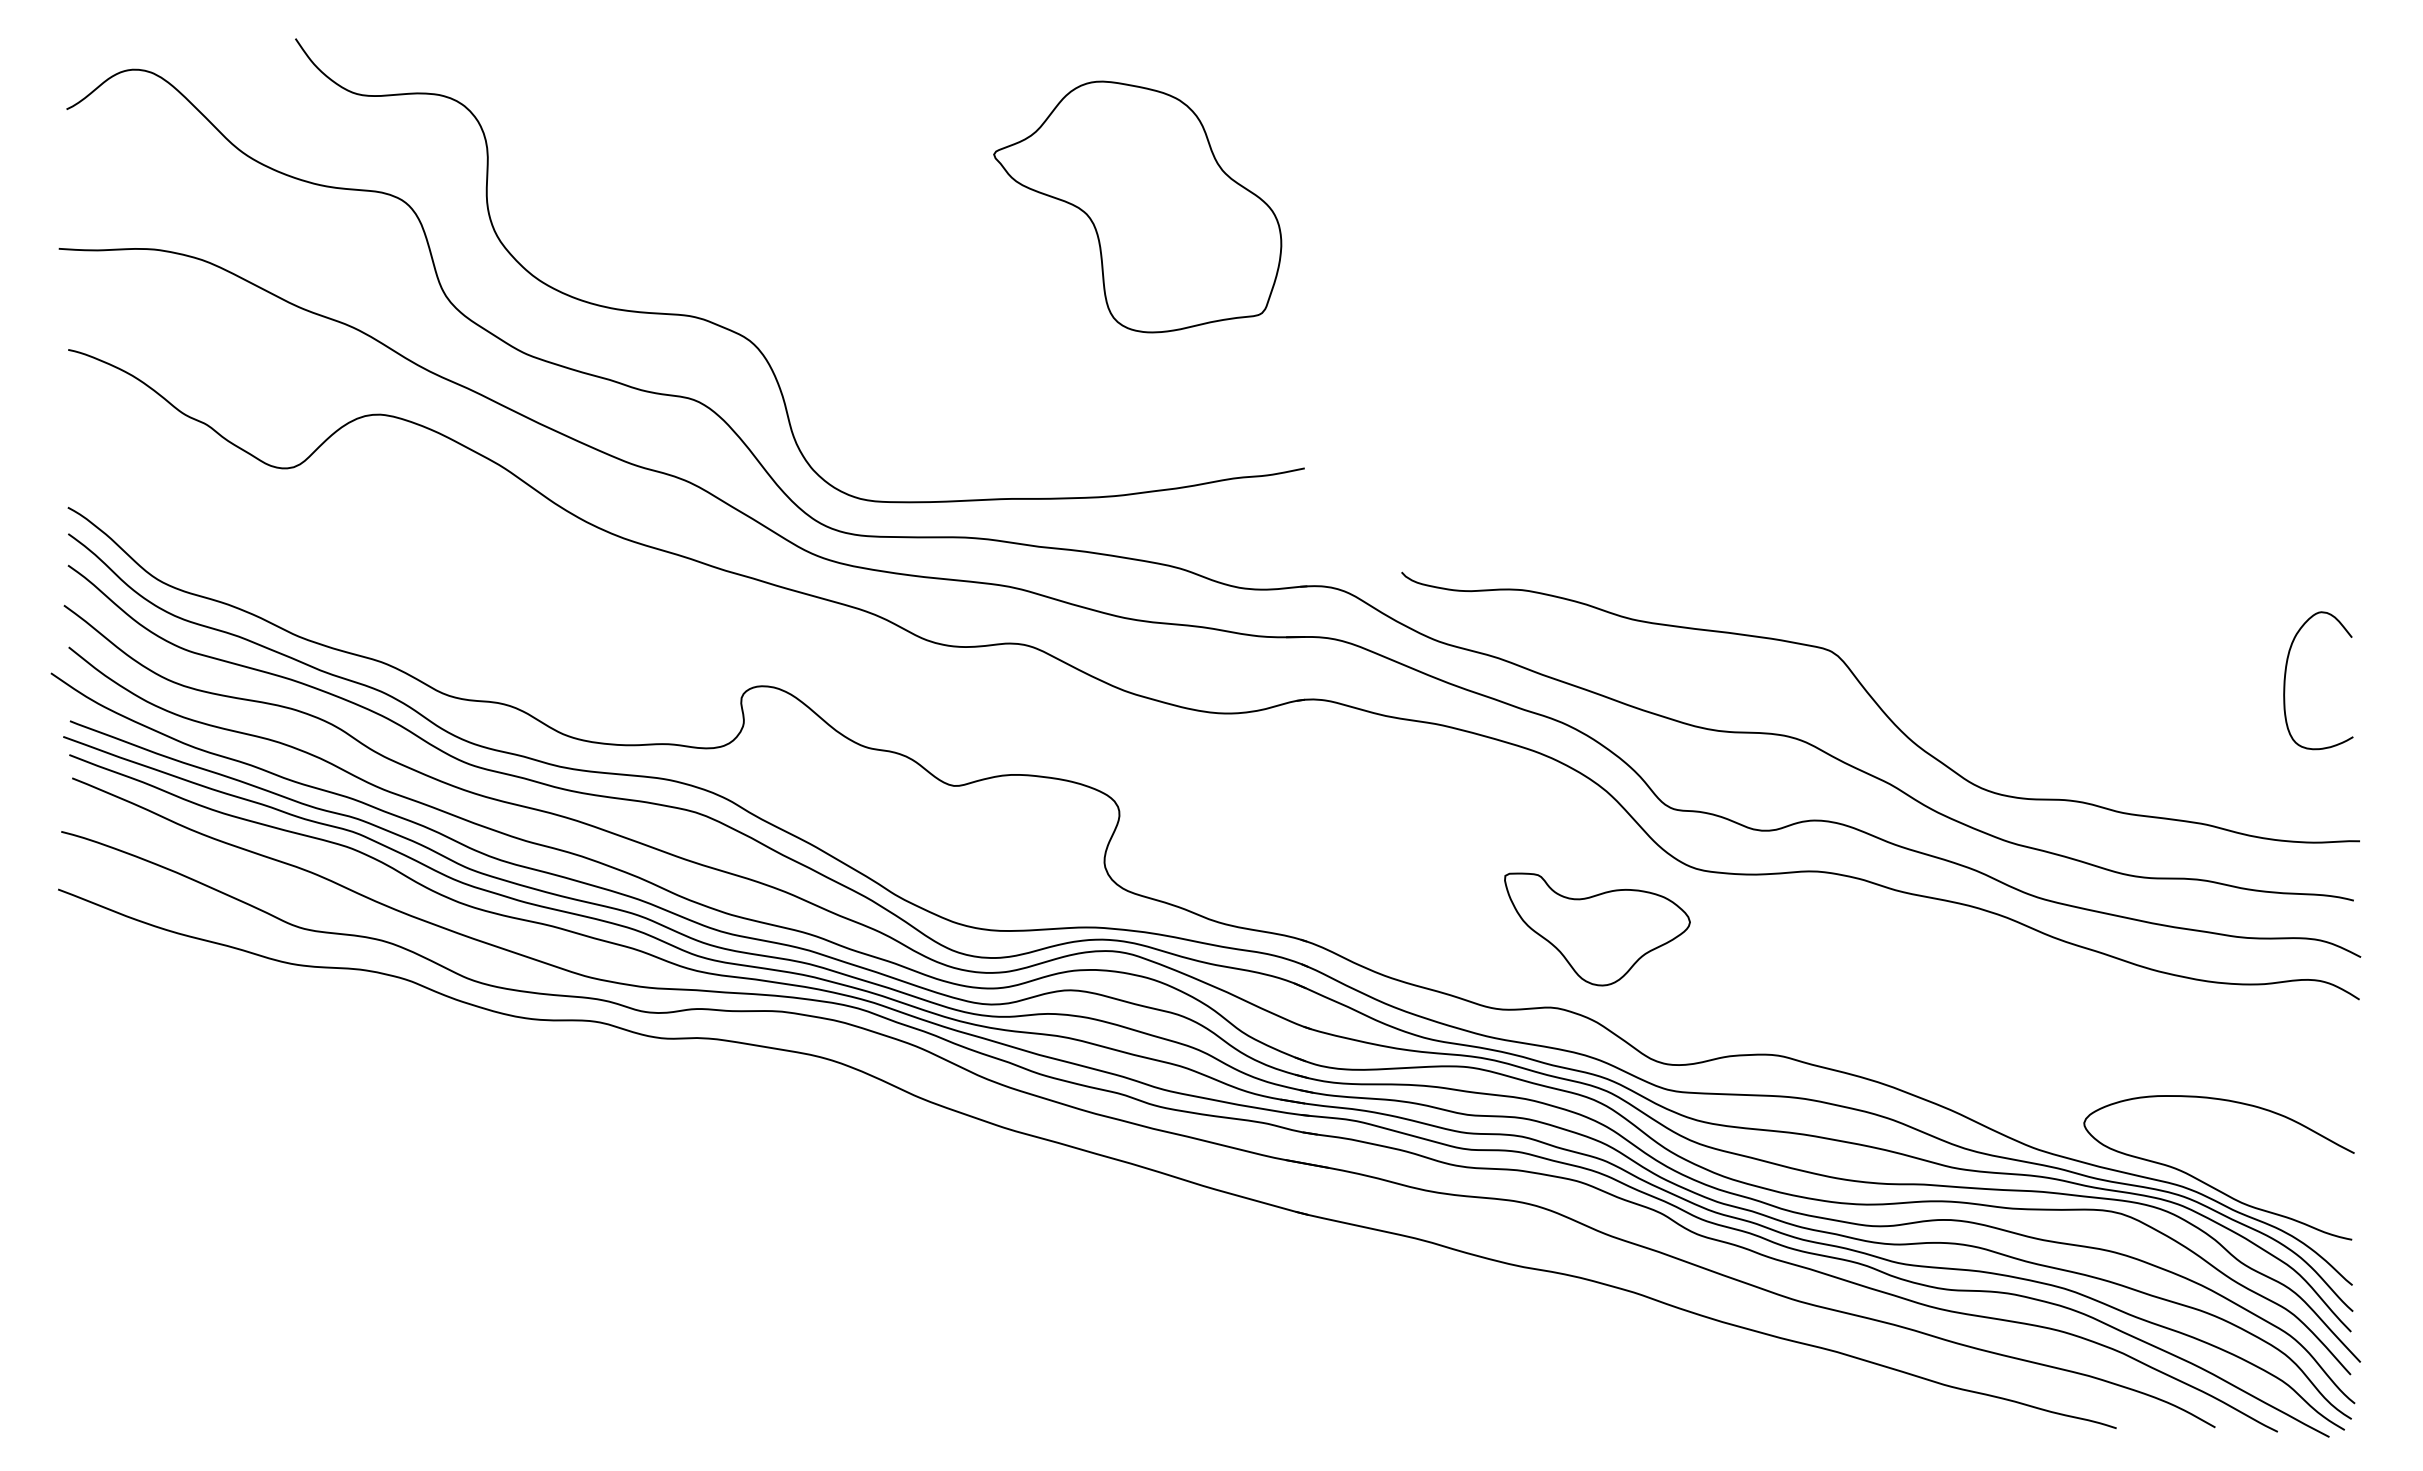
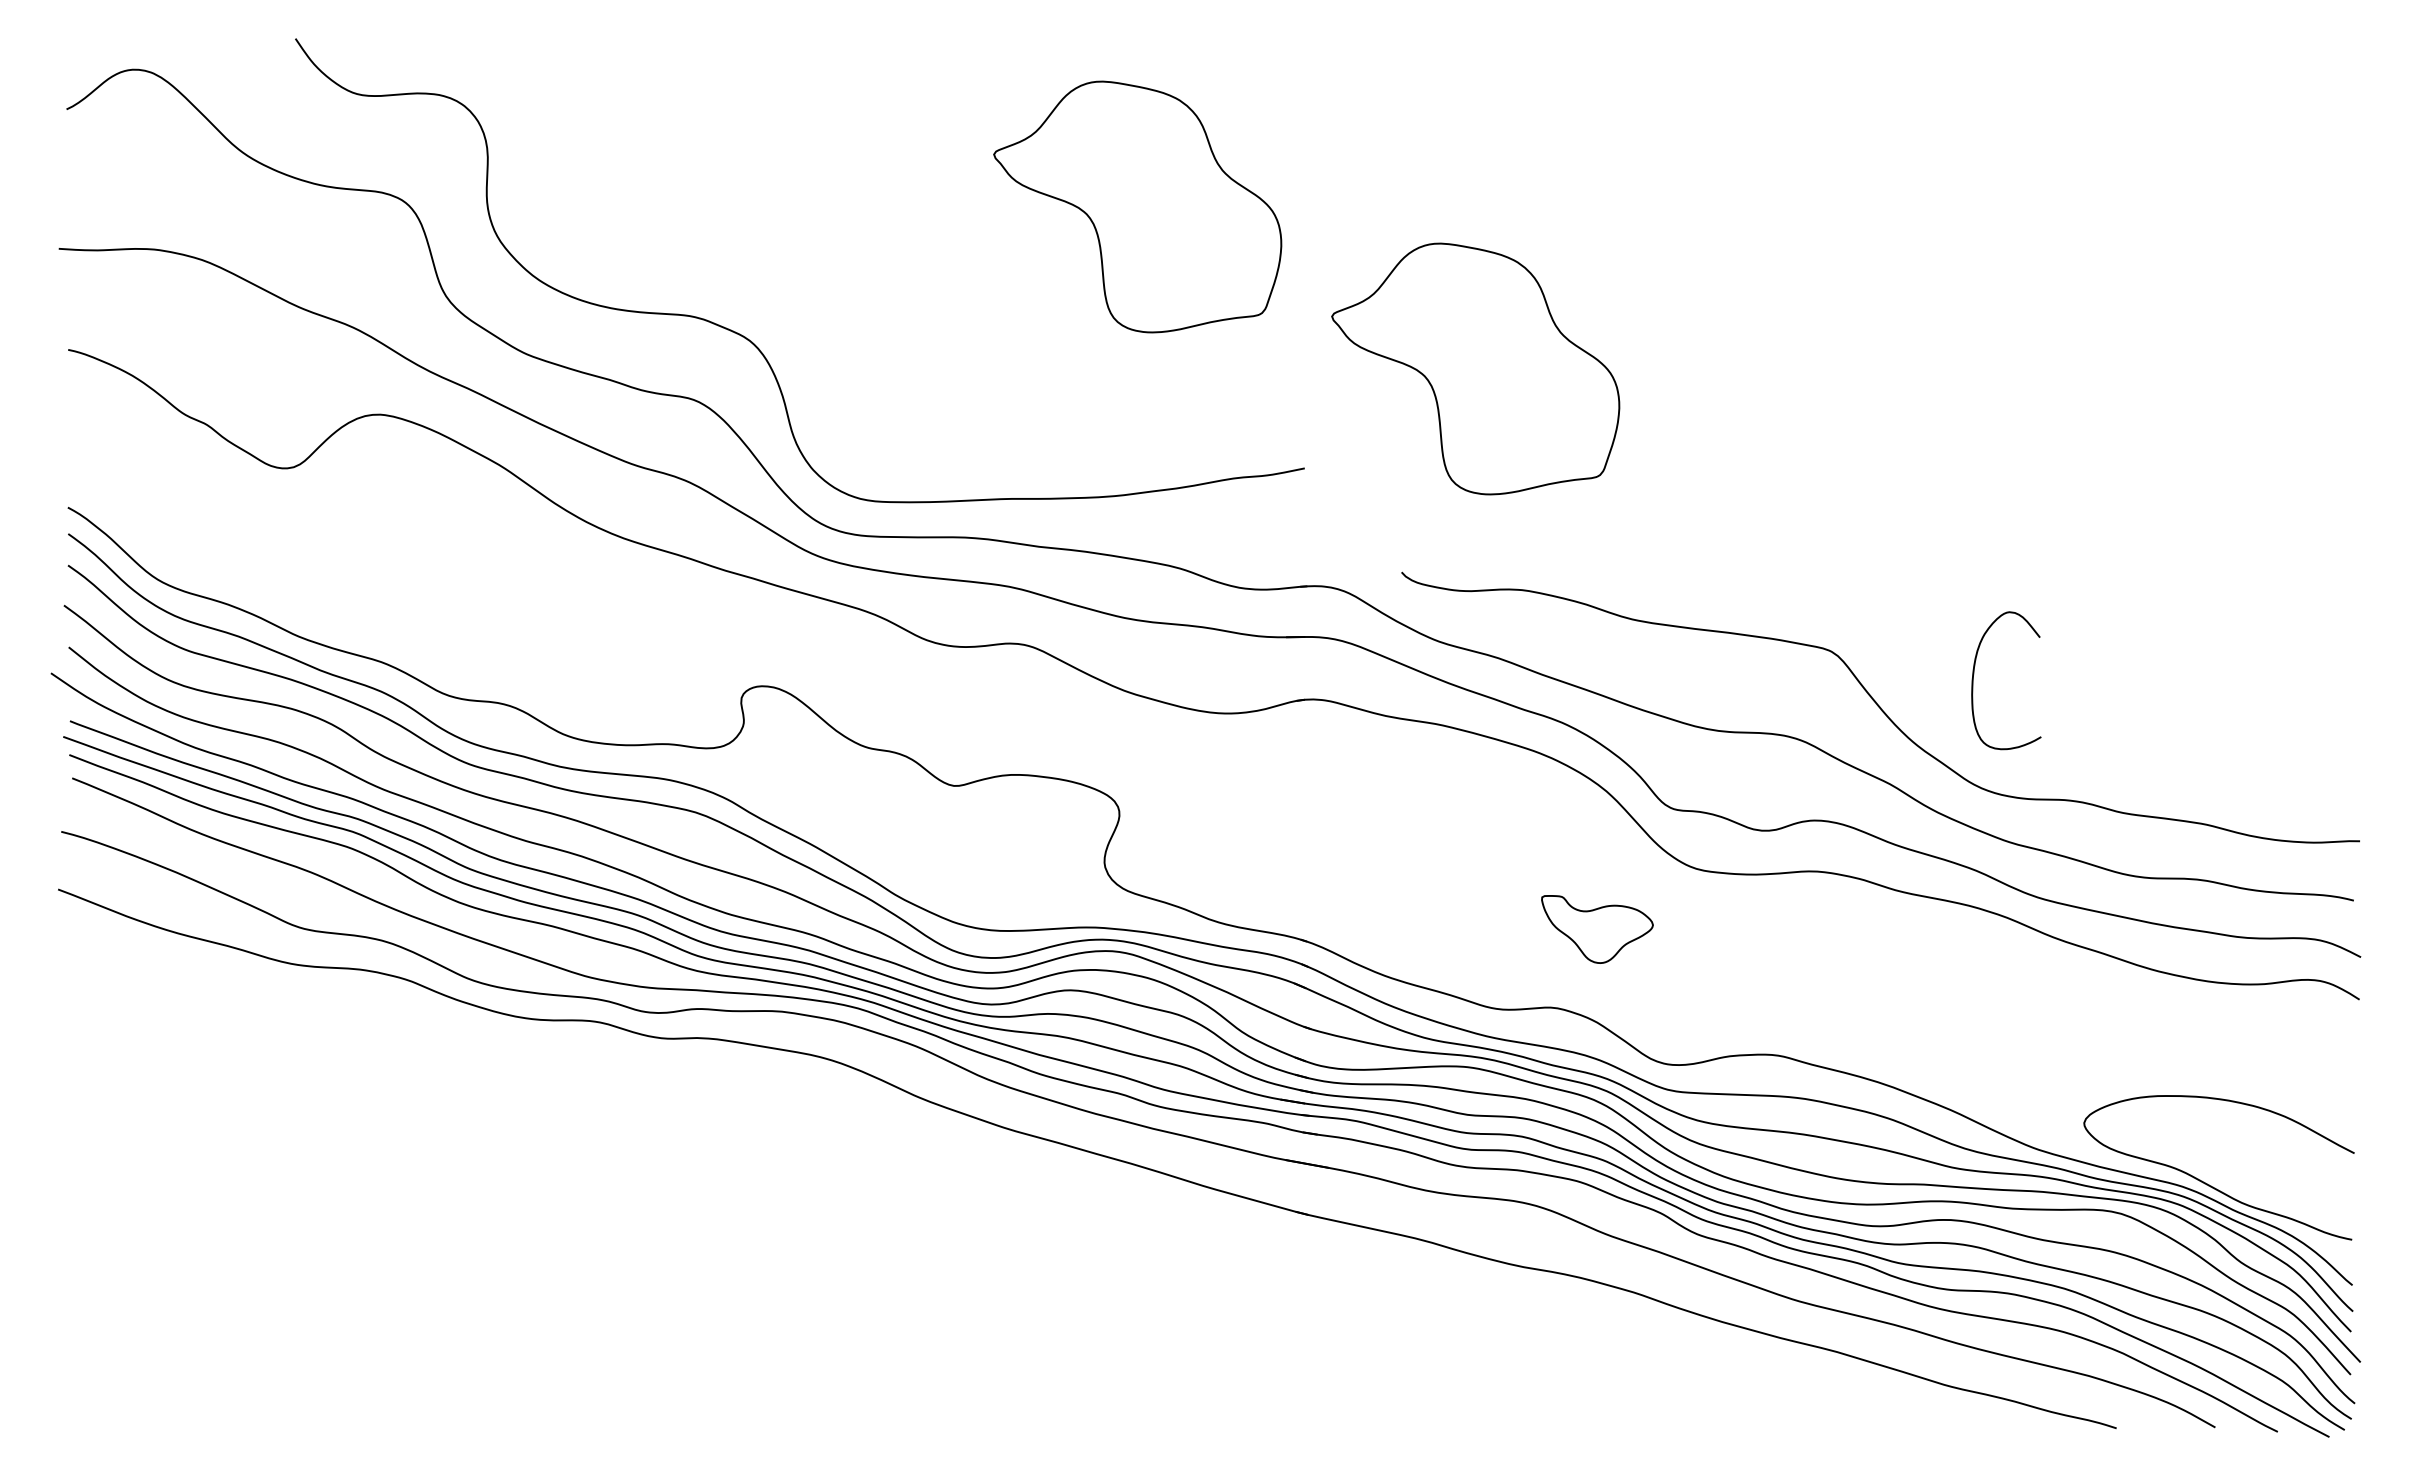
part at (1475, 368): none -> present
curve at (2286, 674) position: (2286, 674) -> (1974, 674)
part at (1597, 929) size: 187x115 px -> 113x69 px
